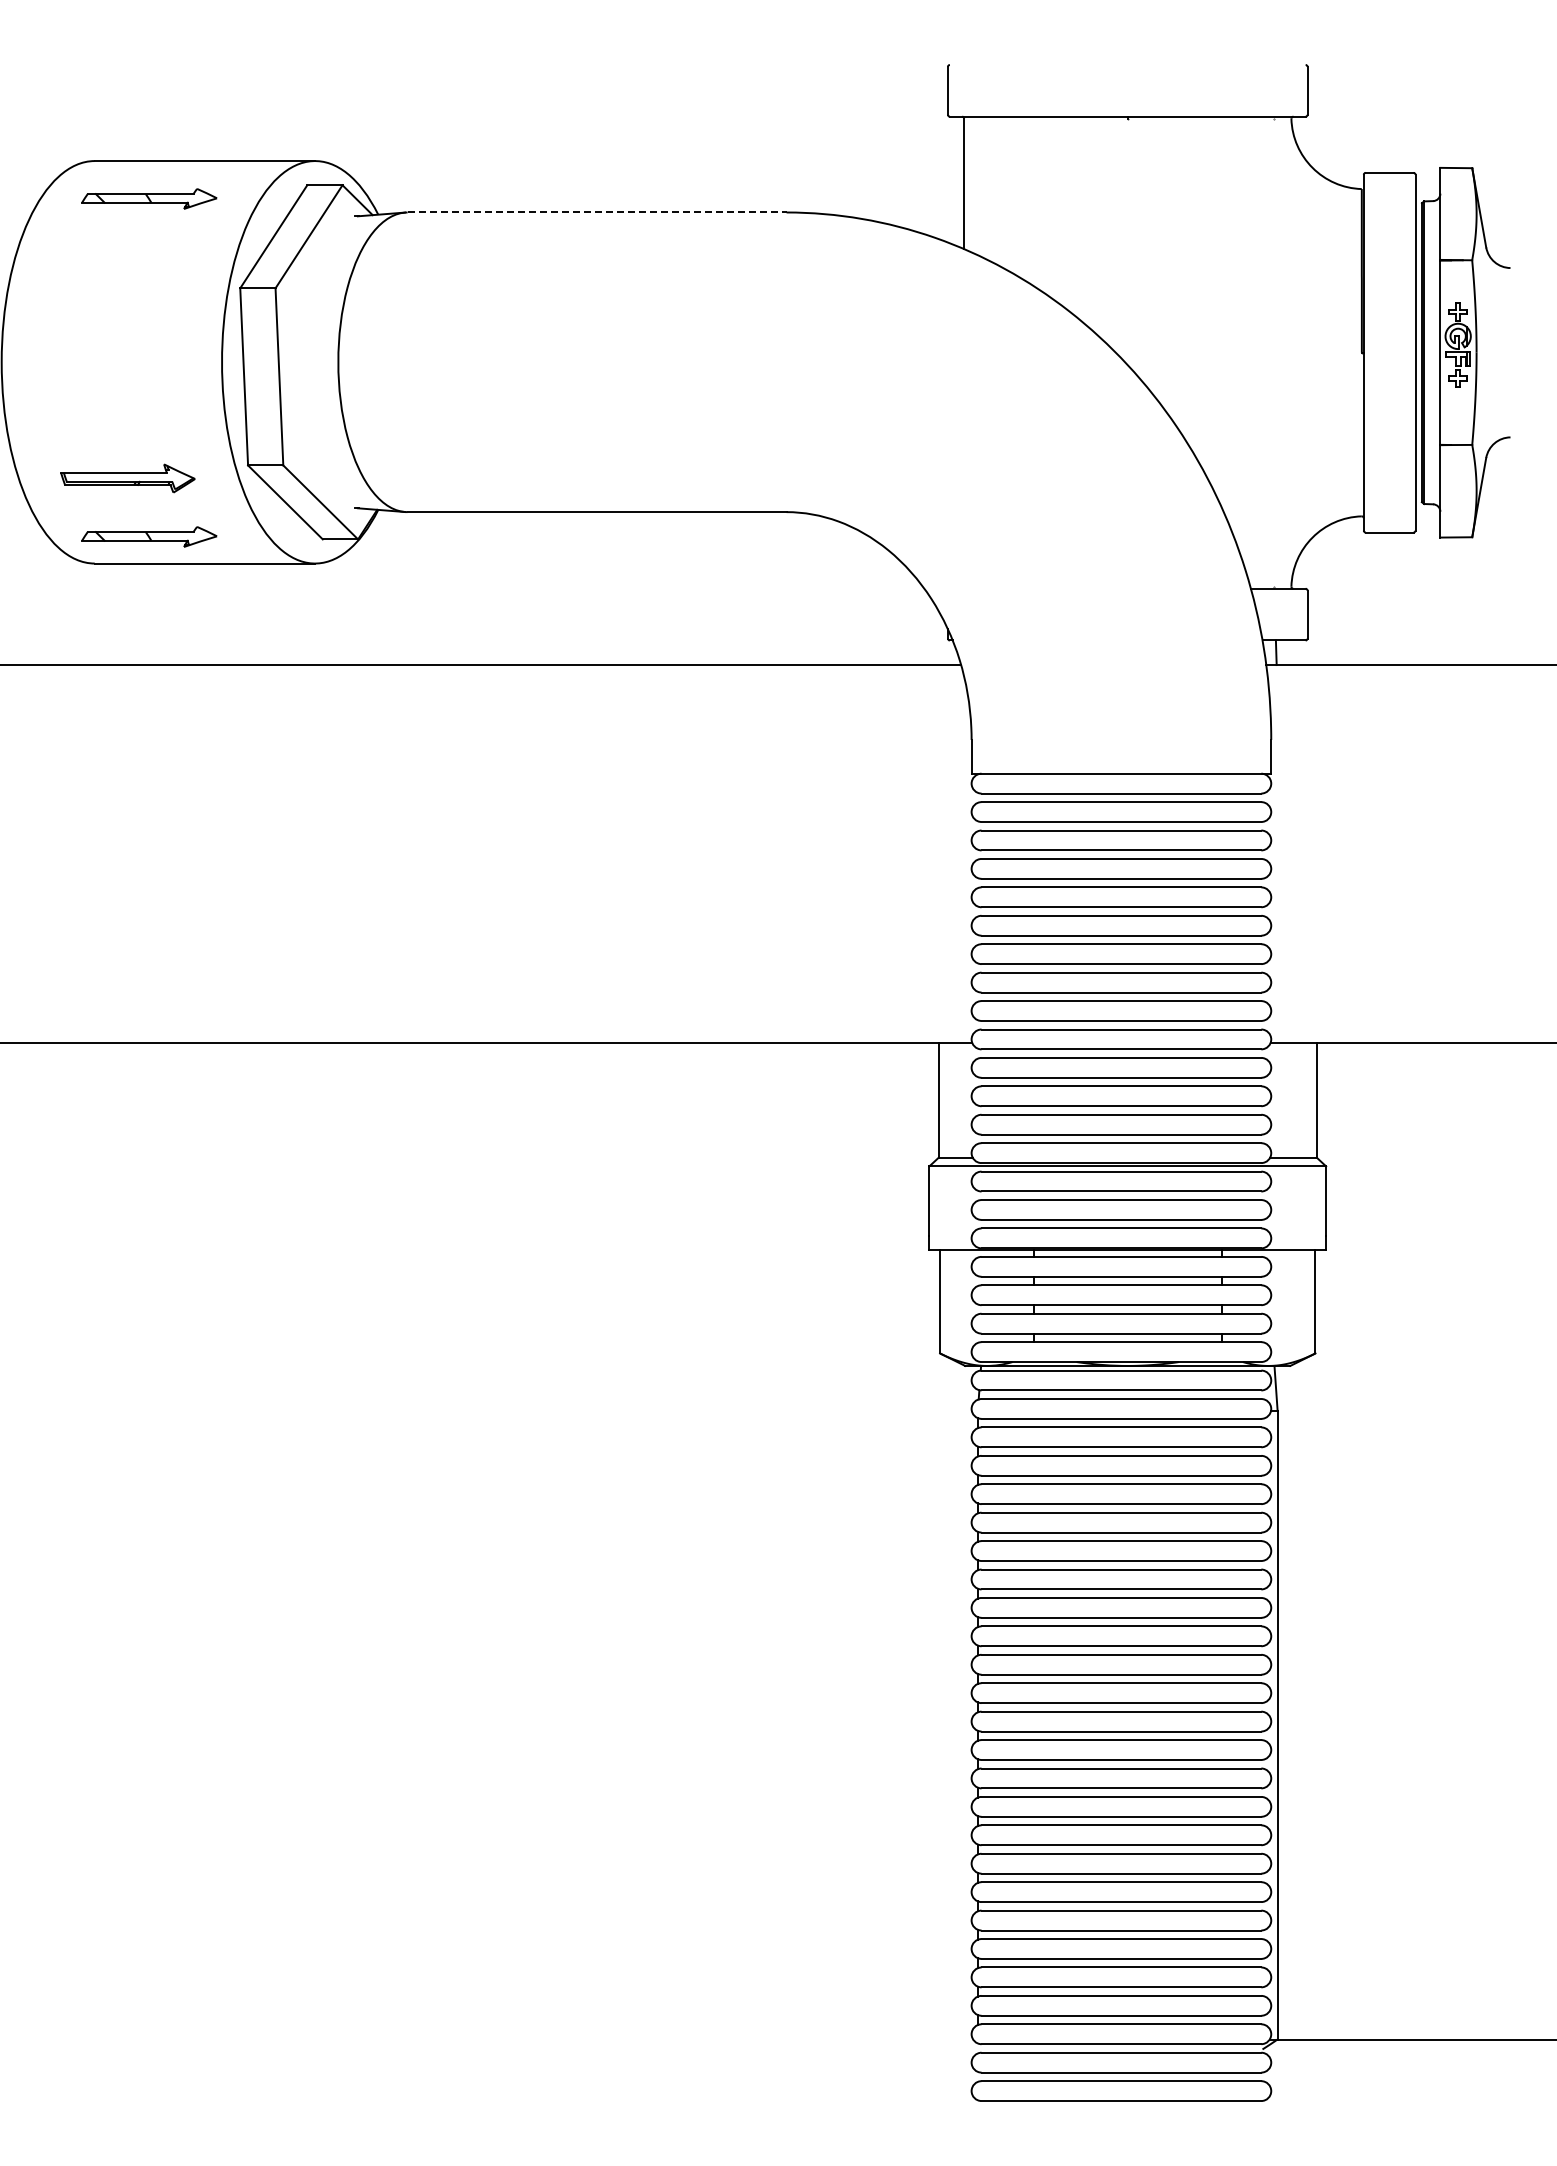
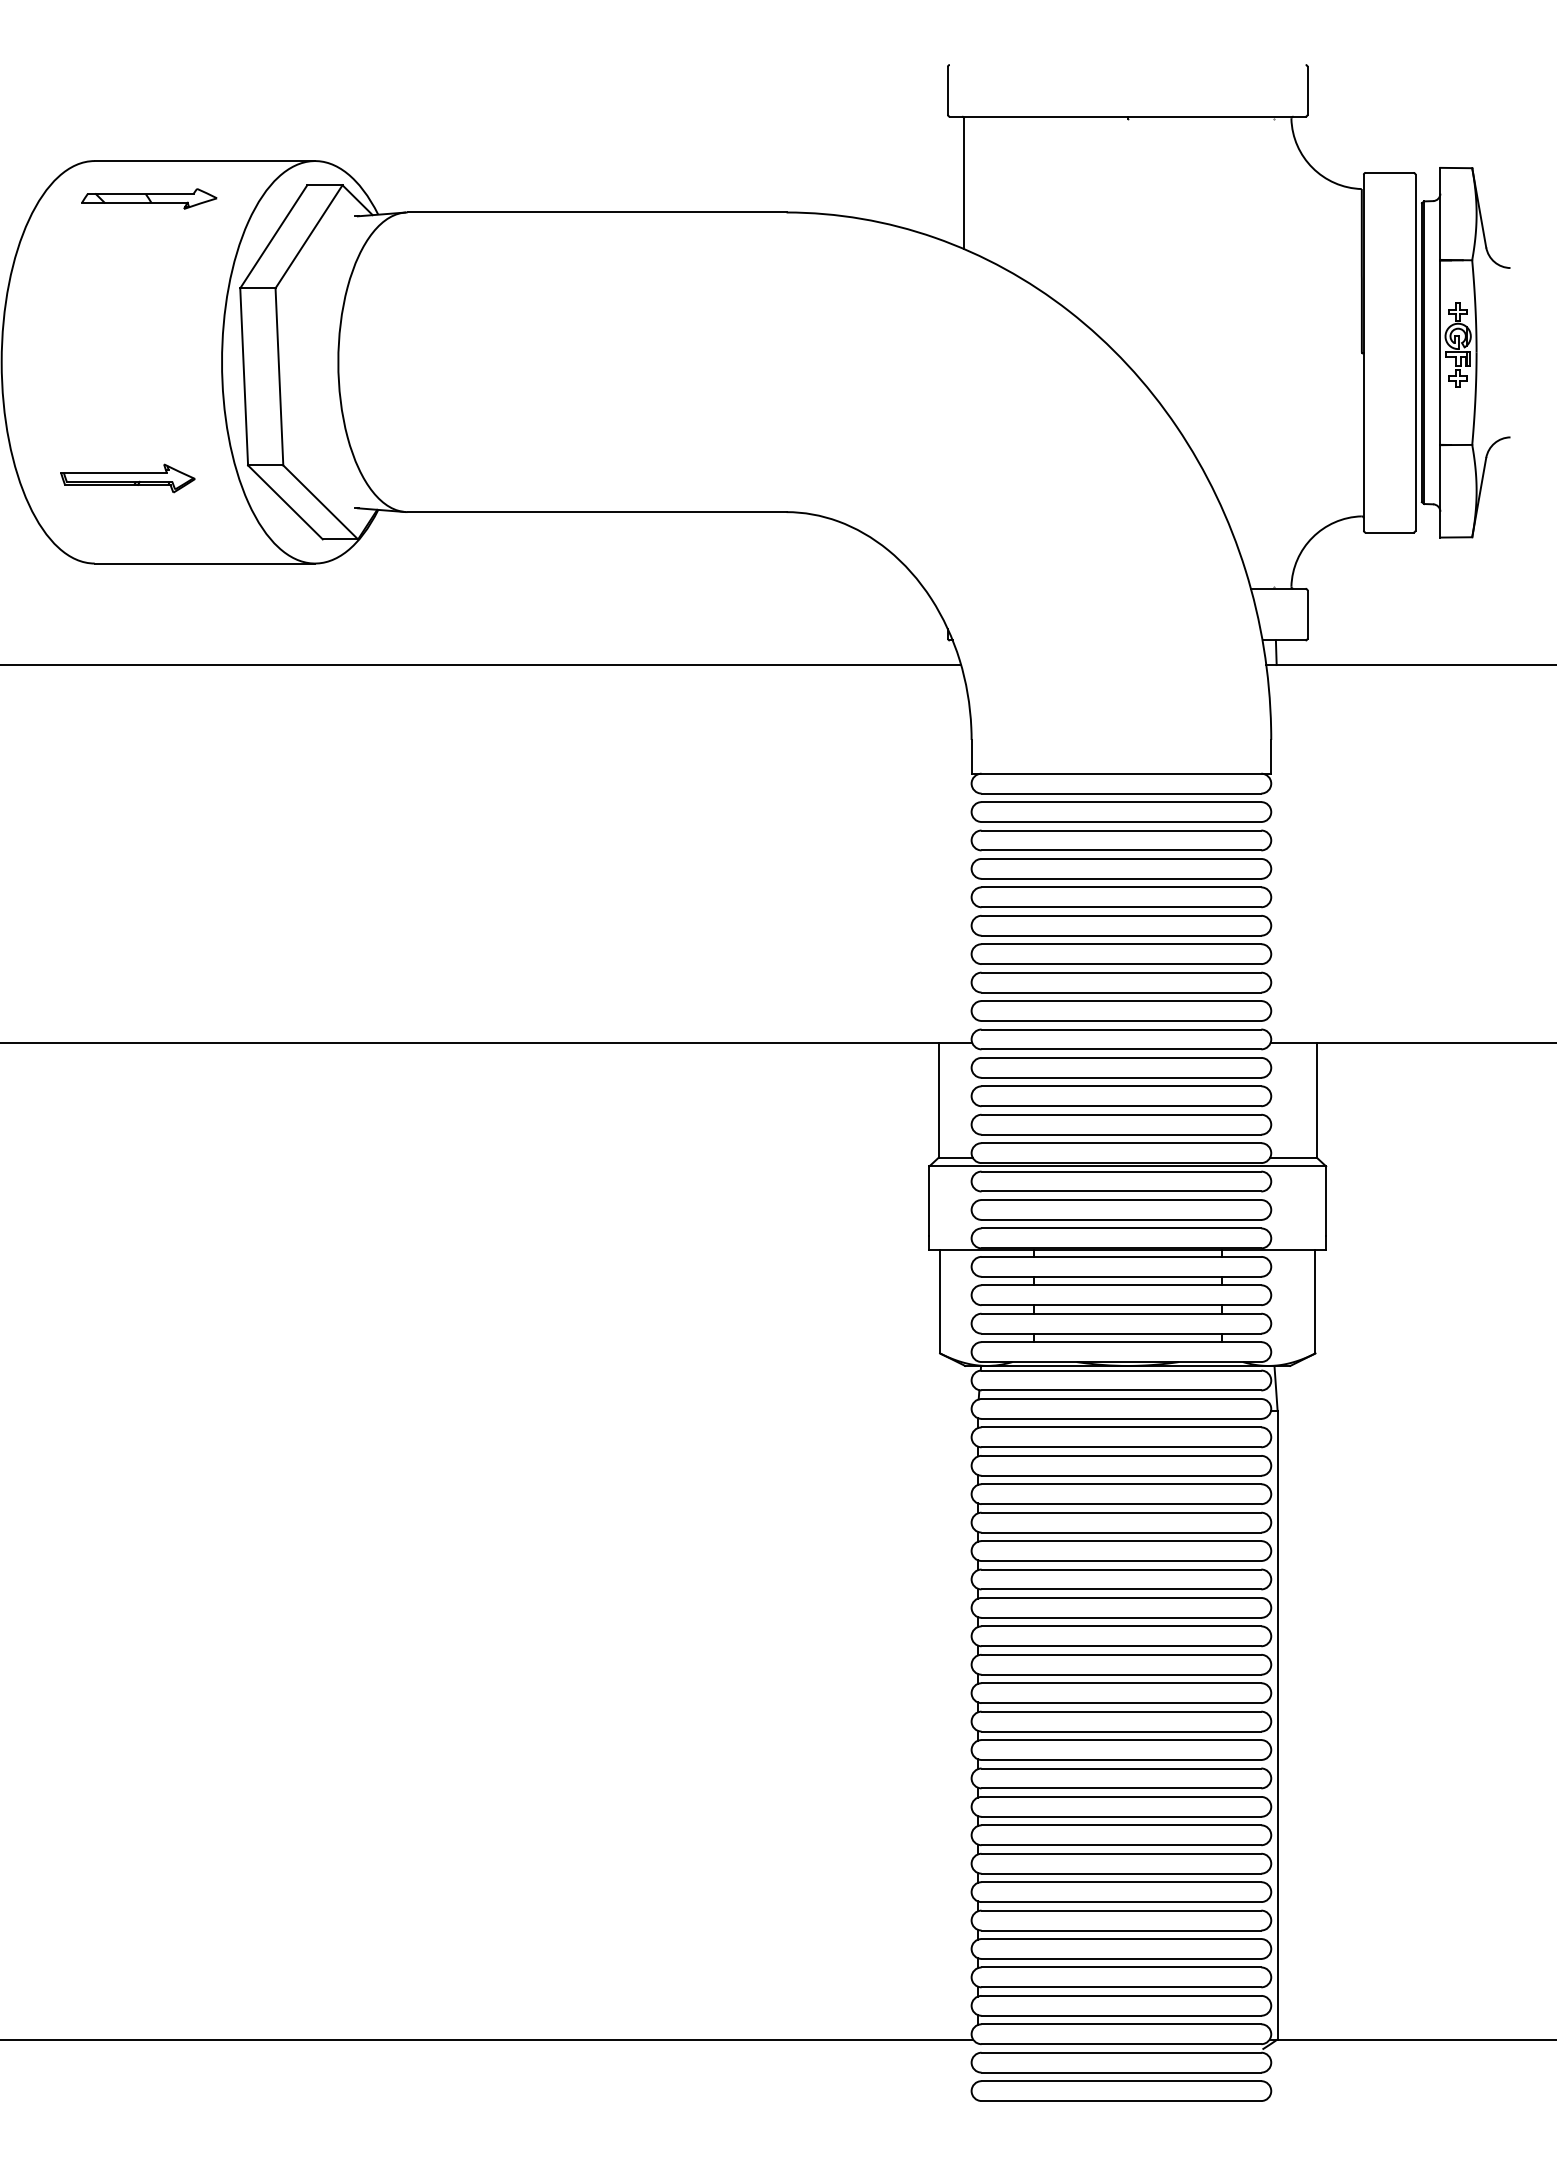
line at (597, 212): dashed -> solid
part at (149, 536): present -> none
line at (487, 2039): none -> present
